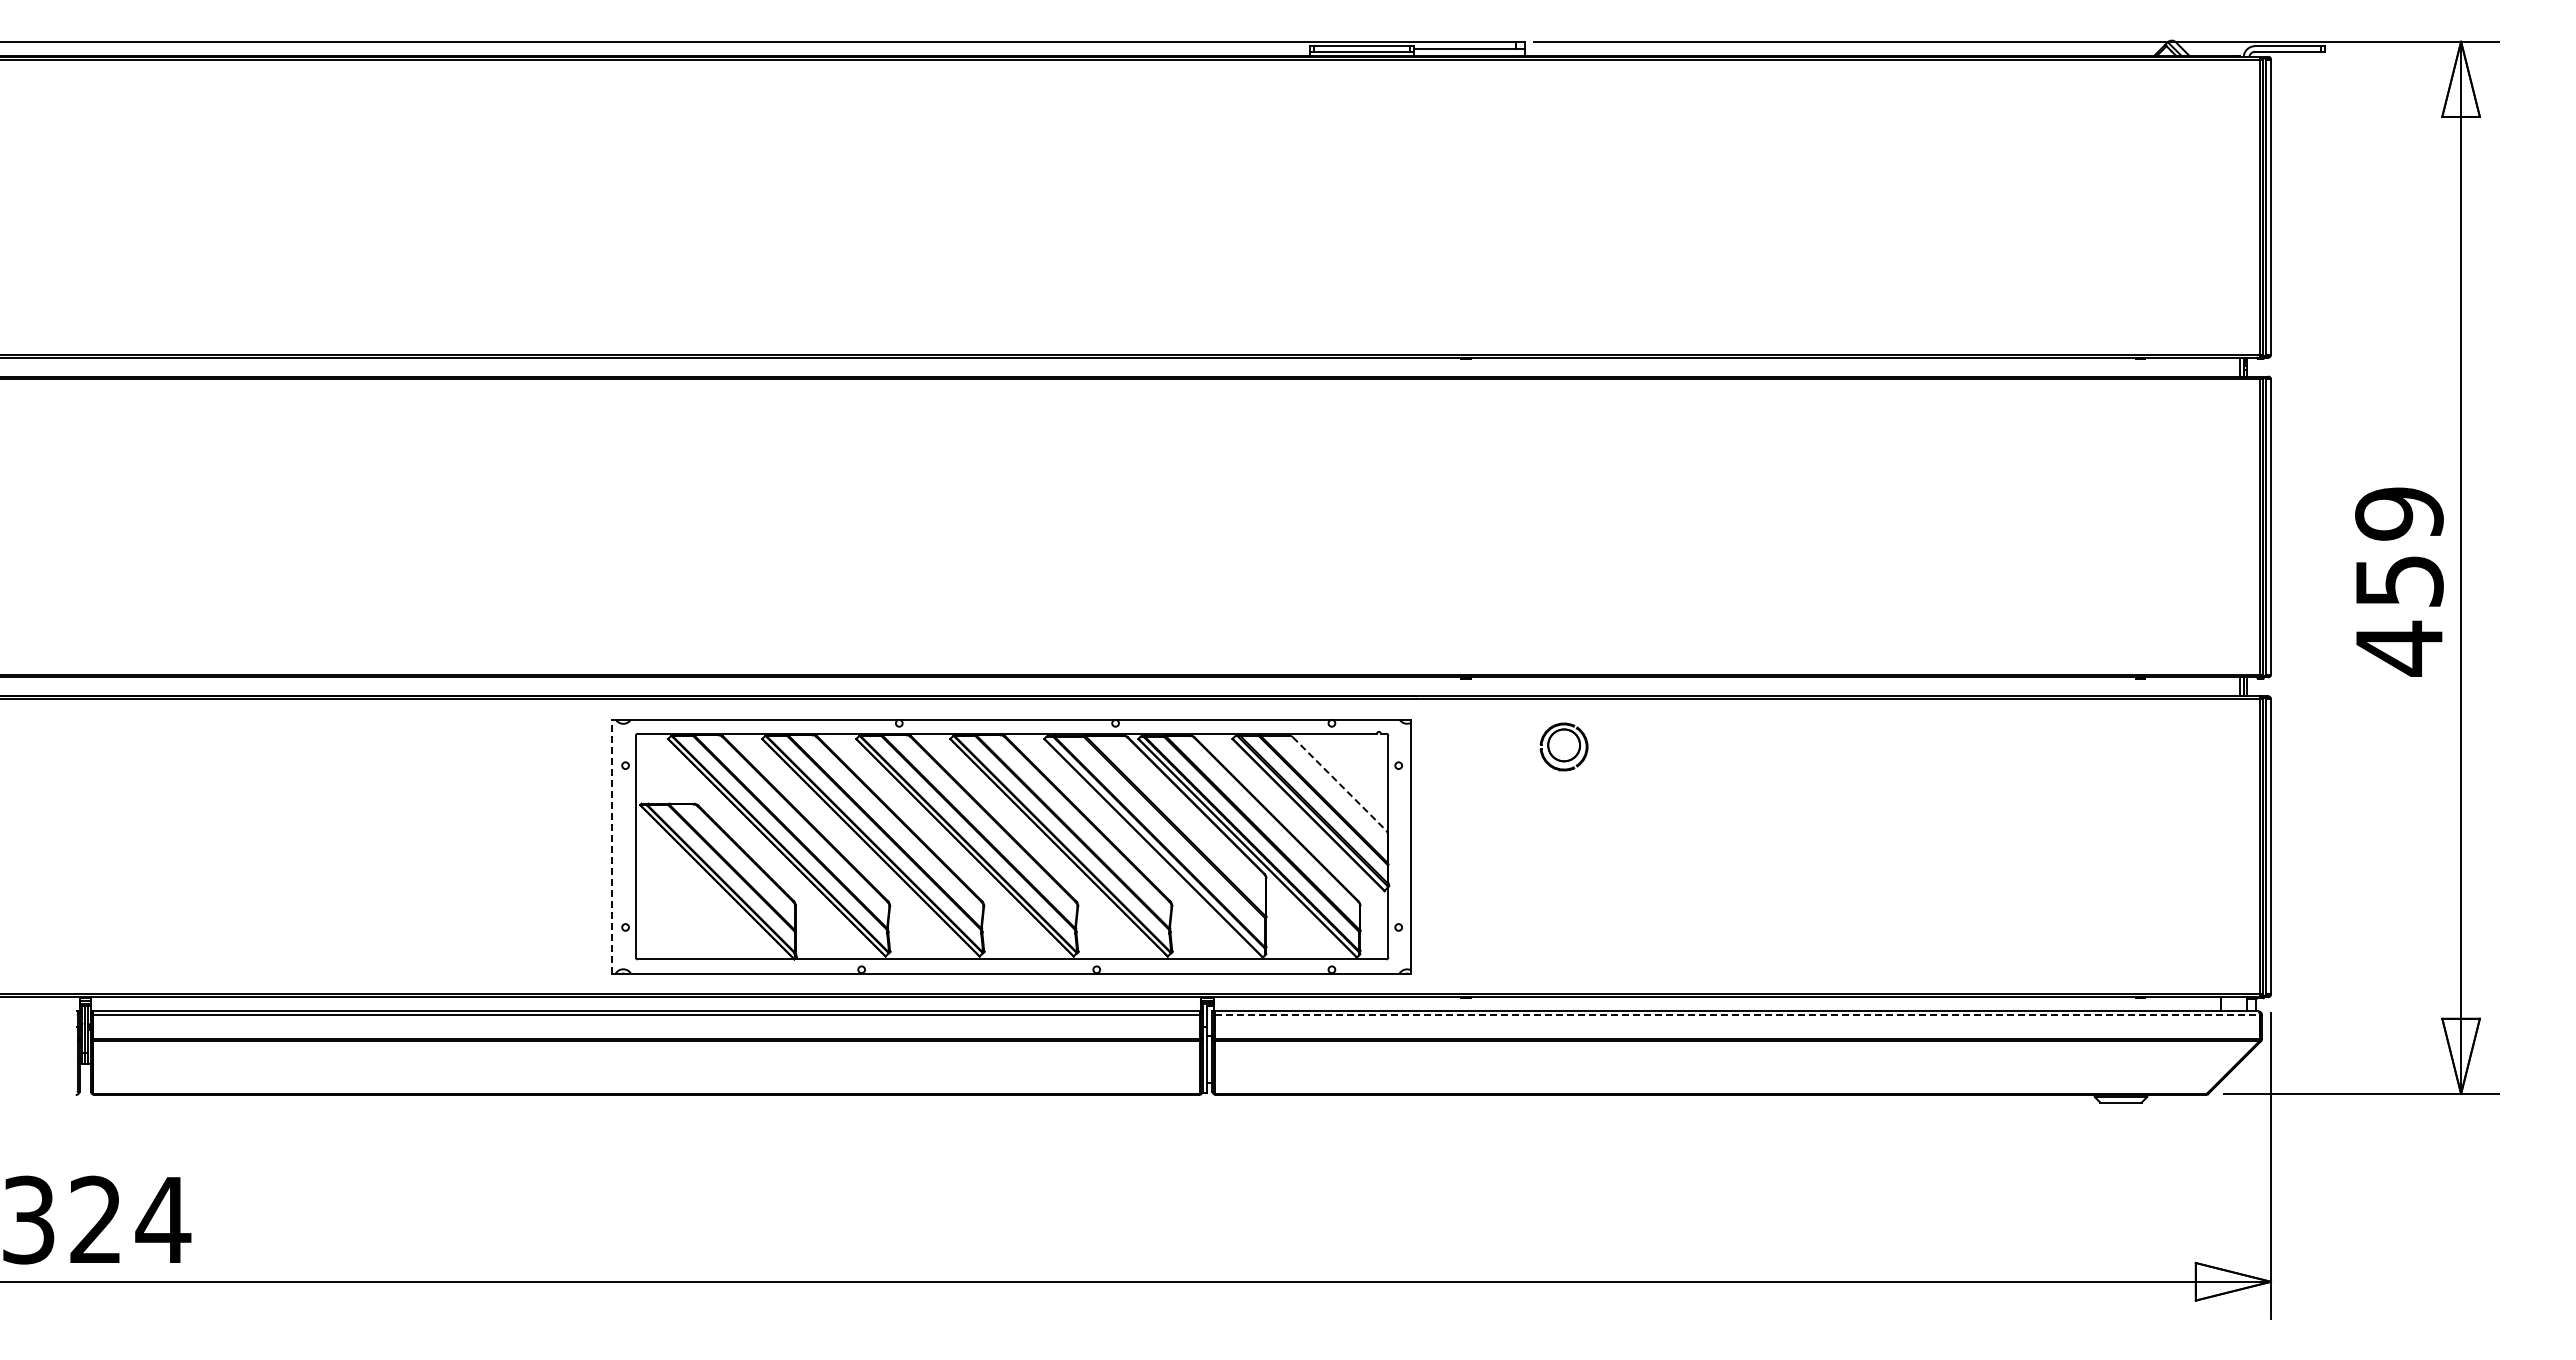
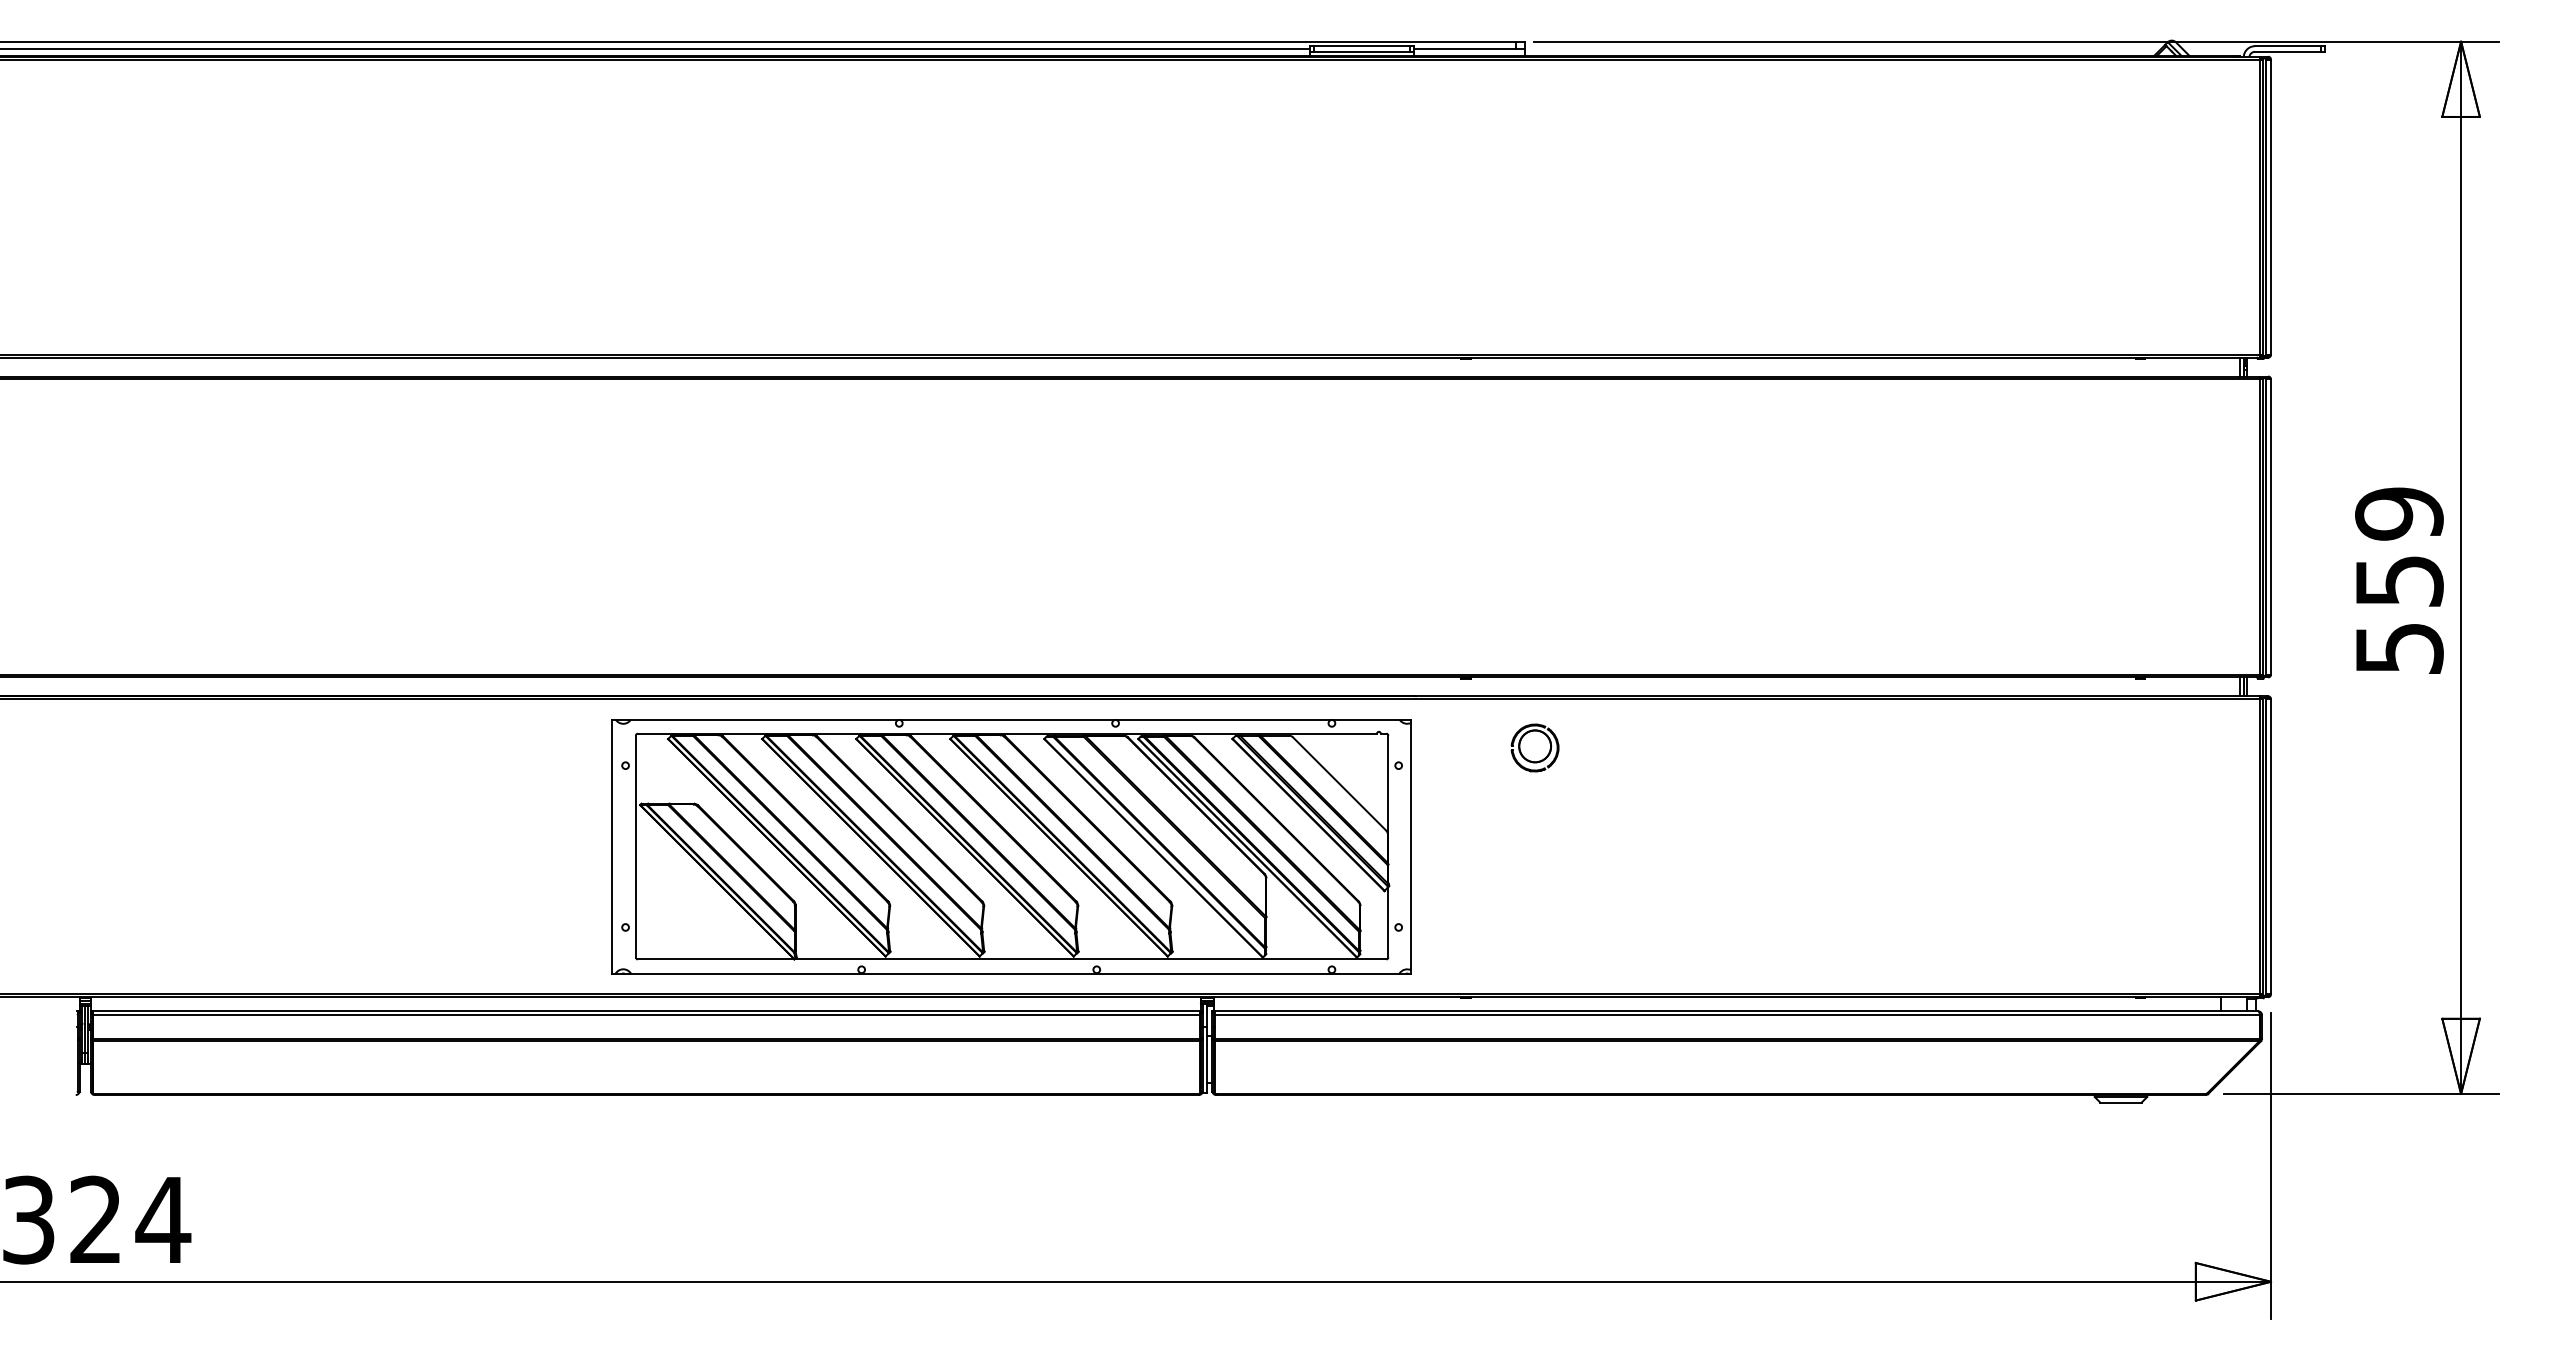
line at (656, 49): none -> present
text at (2399, 648): 459 -> 559
part at (1563, 746) position: (1563, 746) -> (1534, 747)
line at (1339, 784): dashed -> solid
line at (611, 846): dashed -> solid
line at (1737, 1015): dashed -> solid
